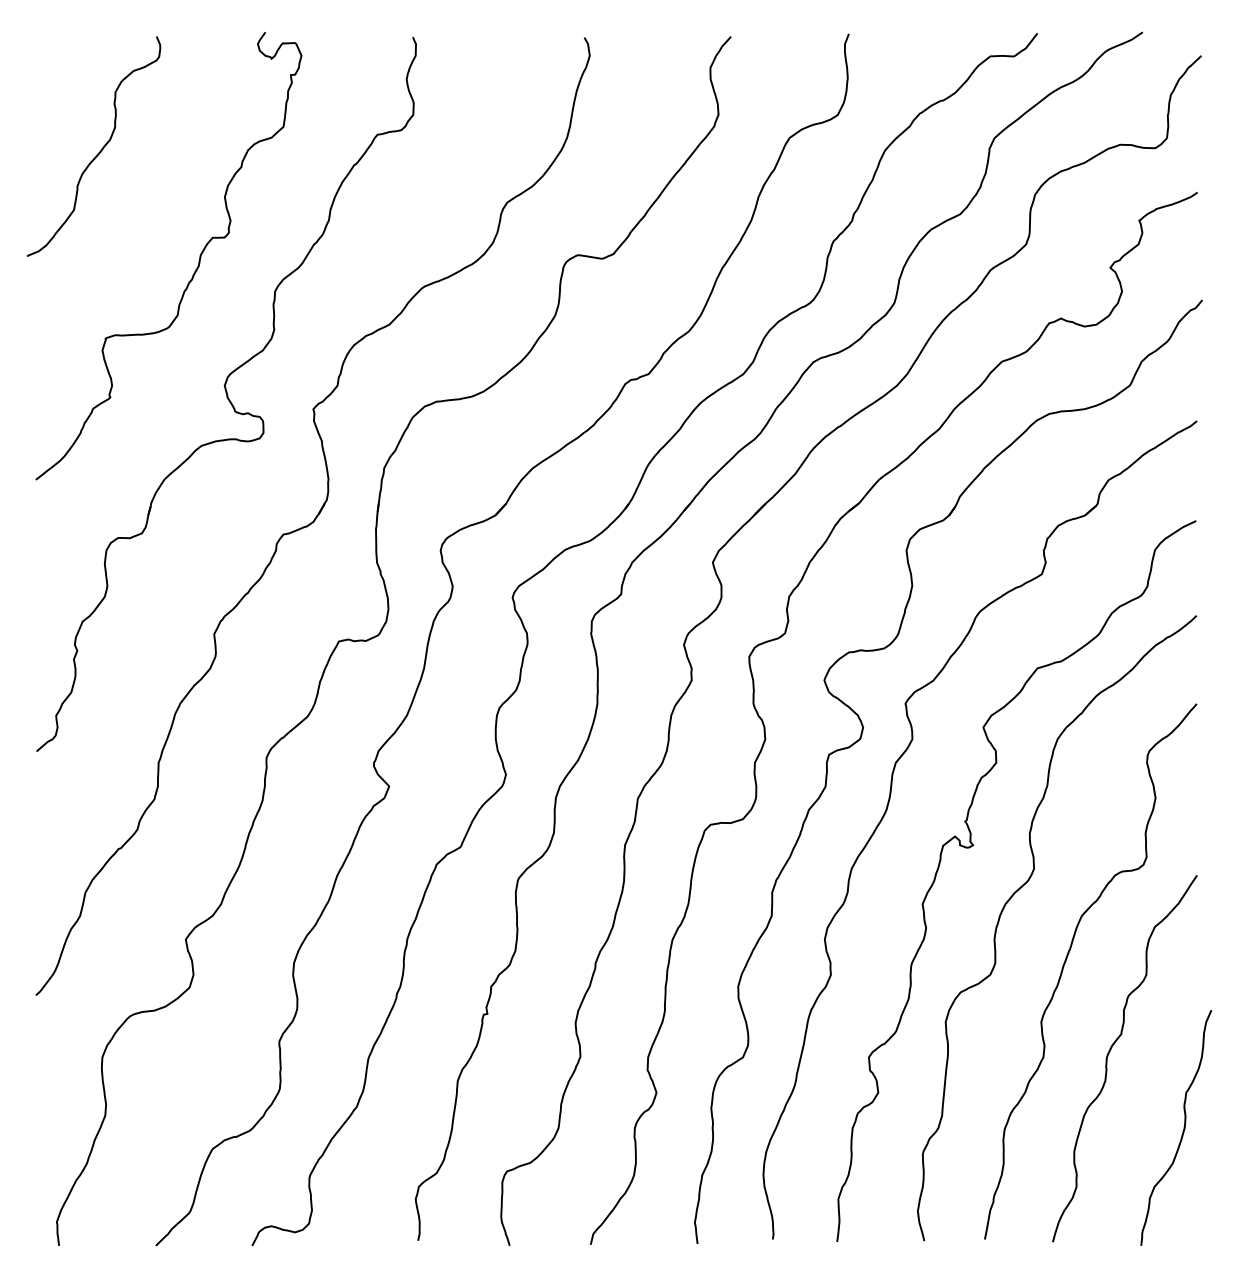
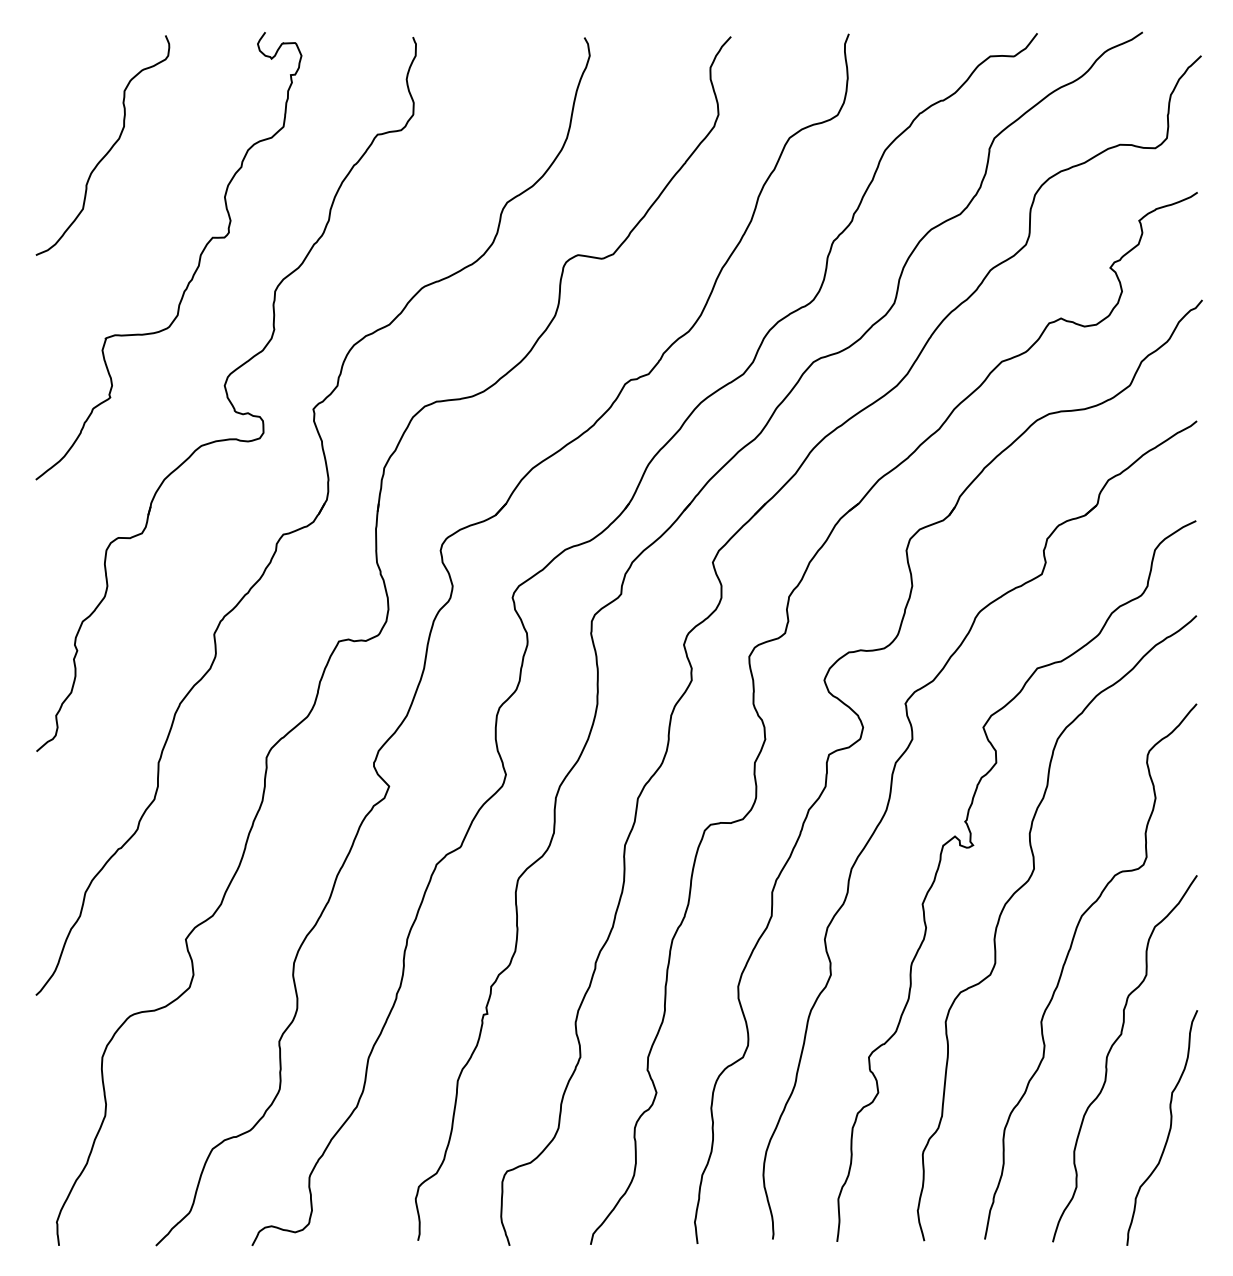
curve at (99, 151) position: (99, 151) -> (108, 150)
curve at (1183, 1127) position: (1183, 1127) -> (1169, 1127)
